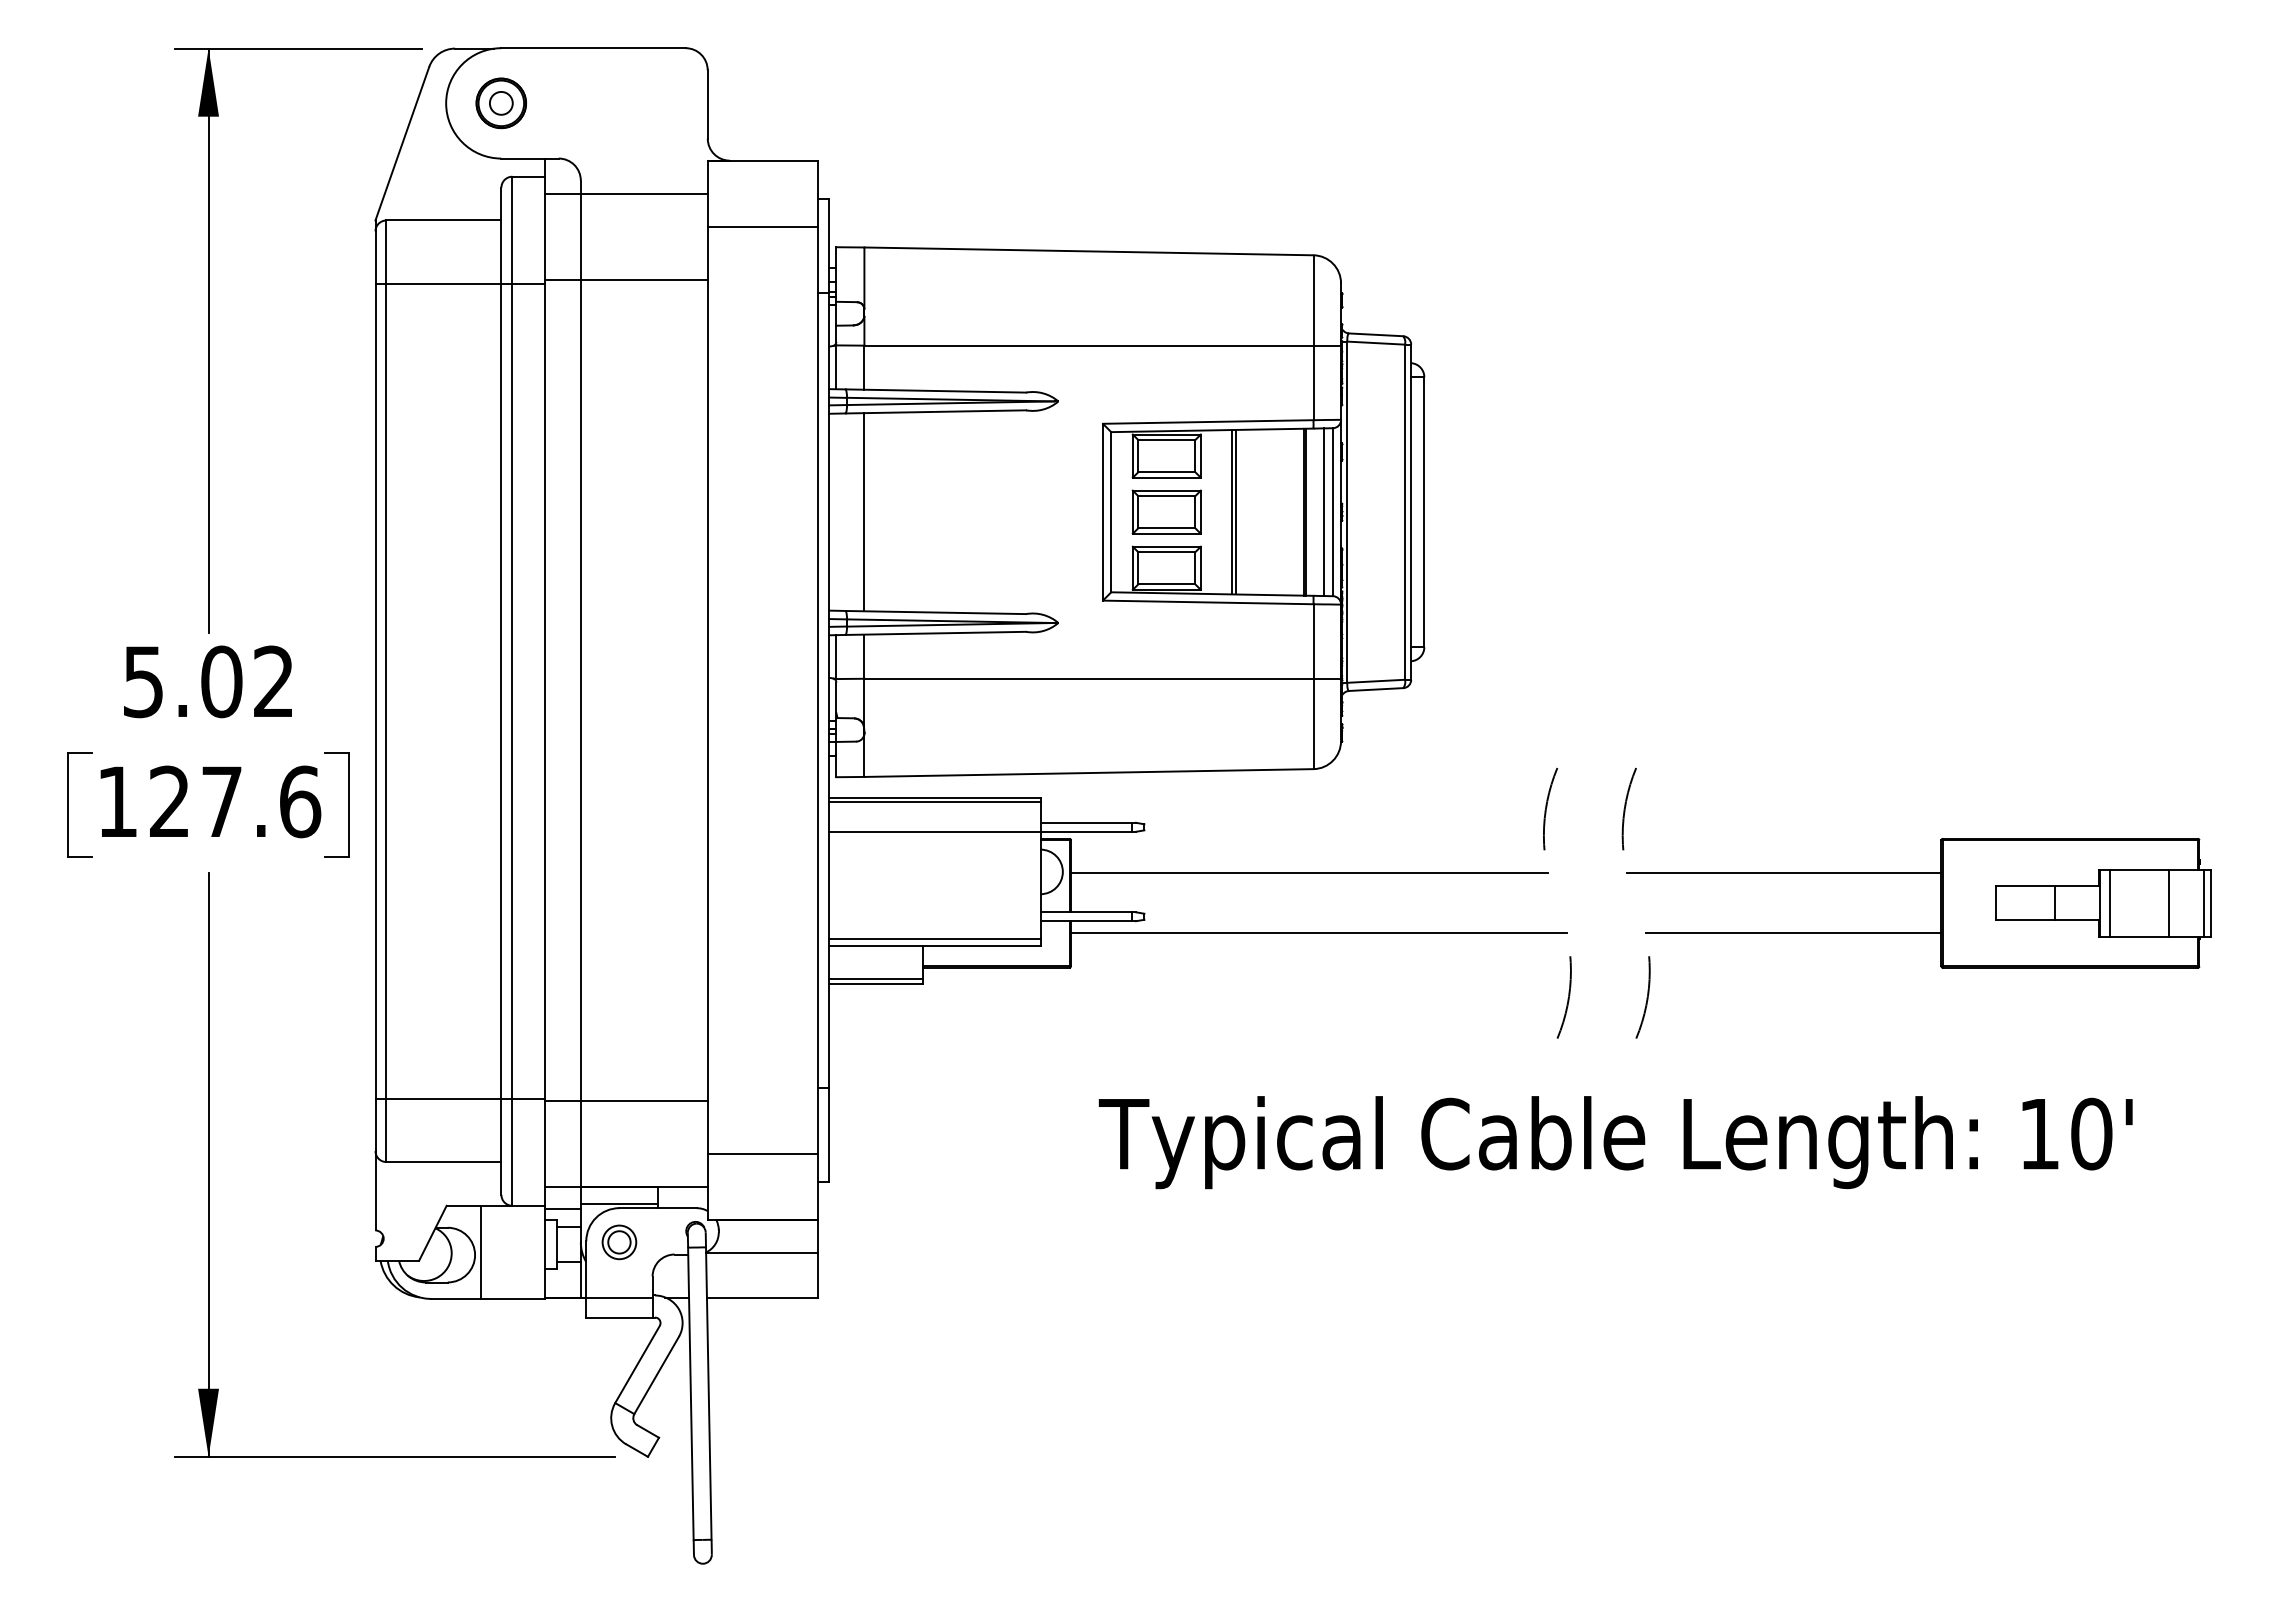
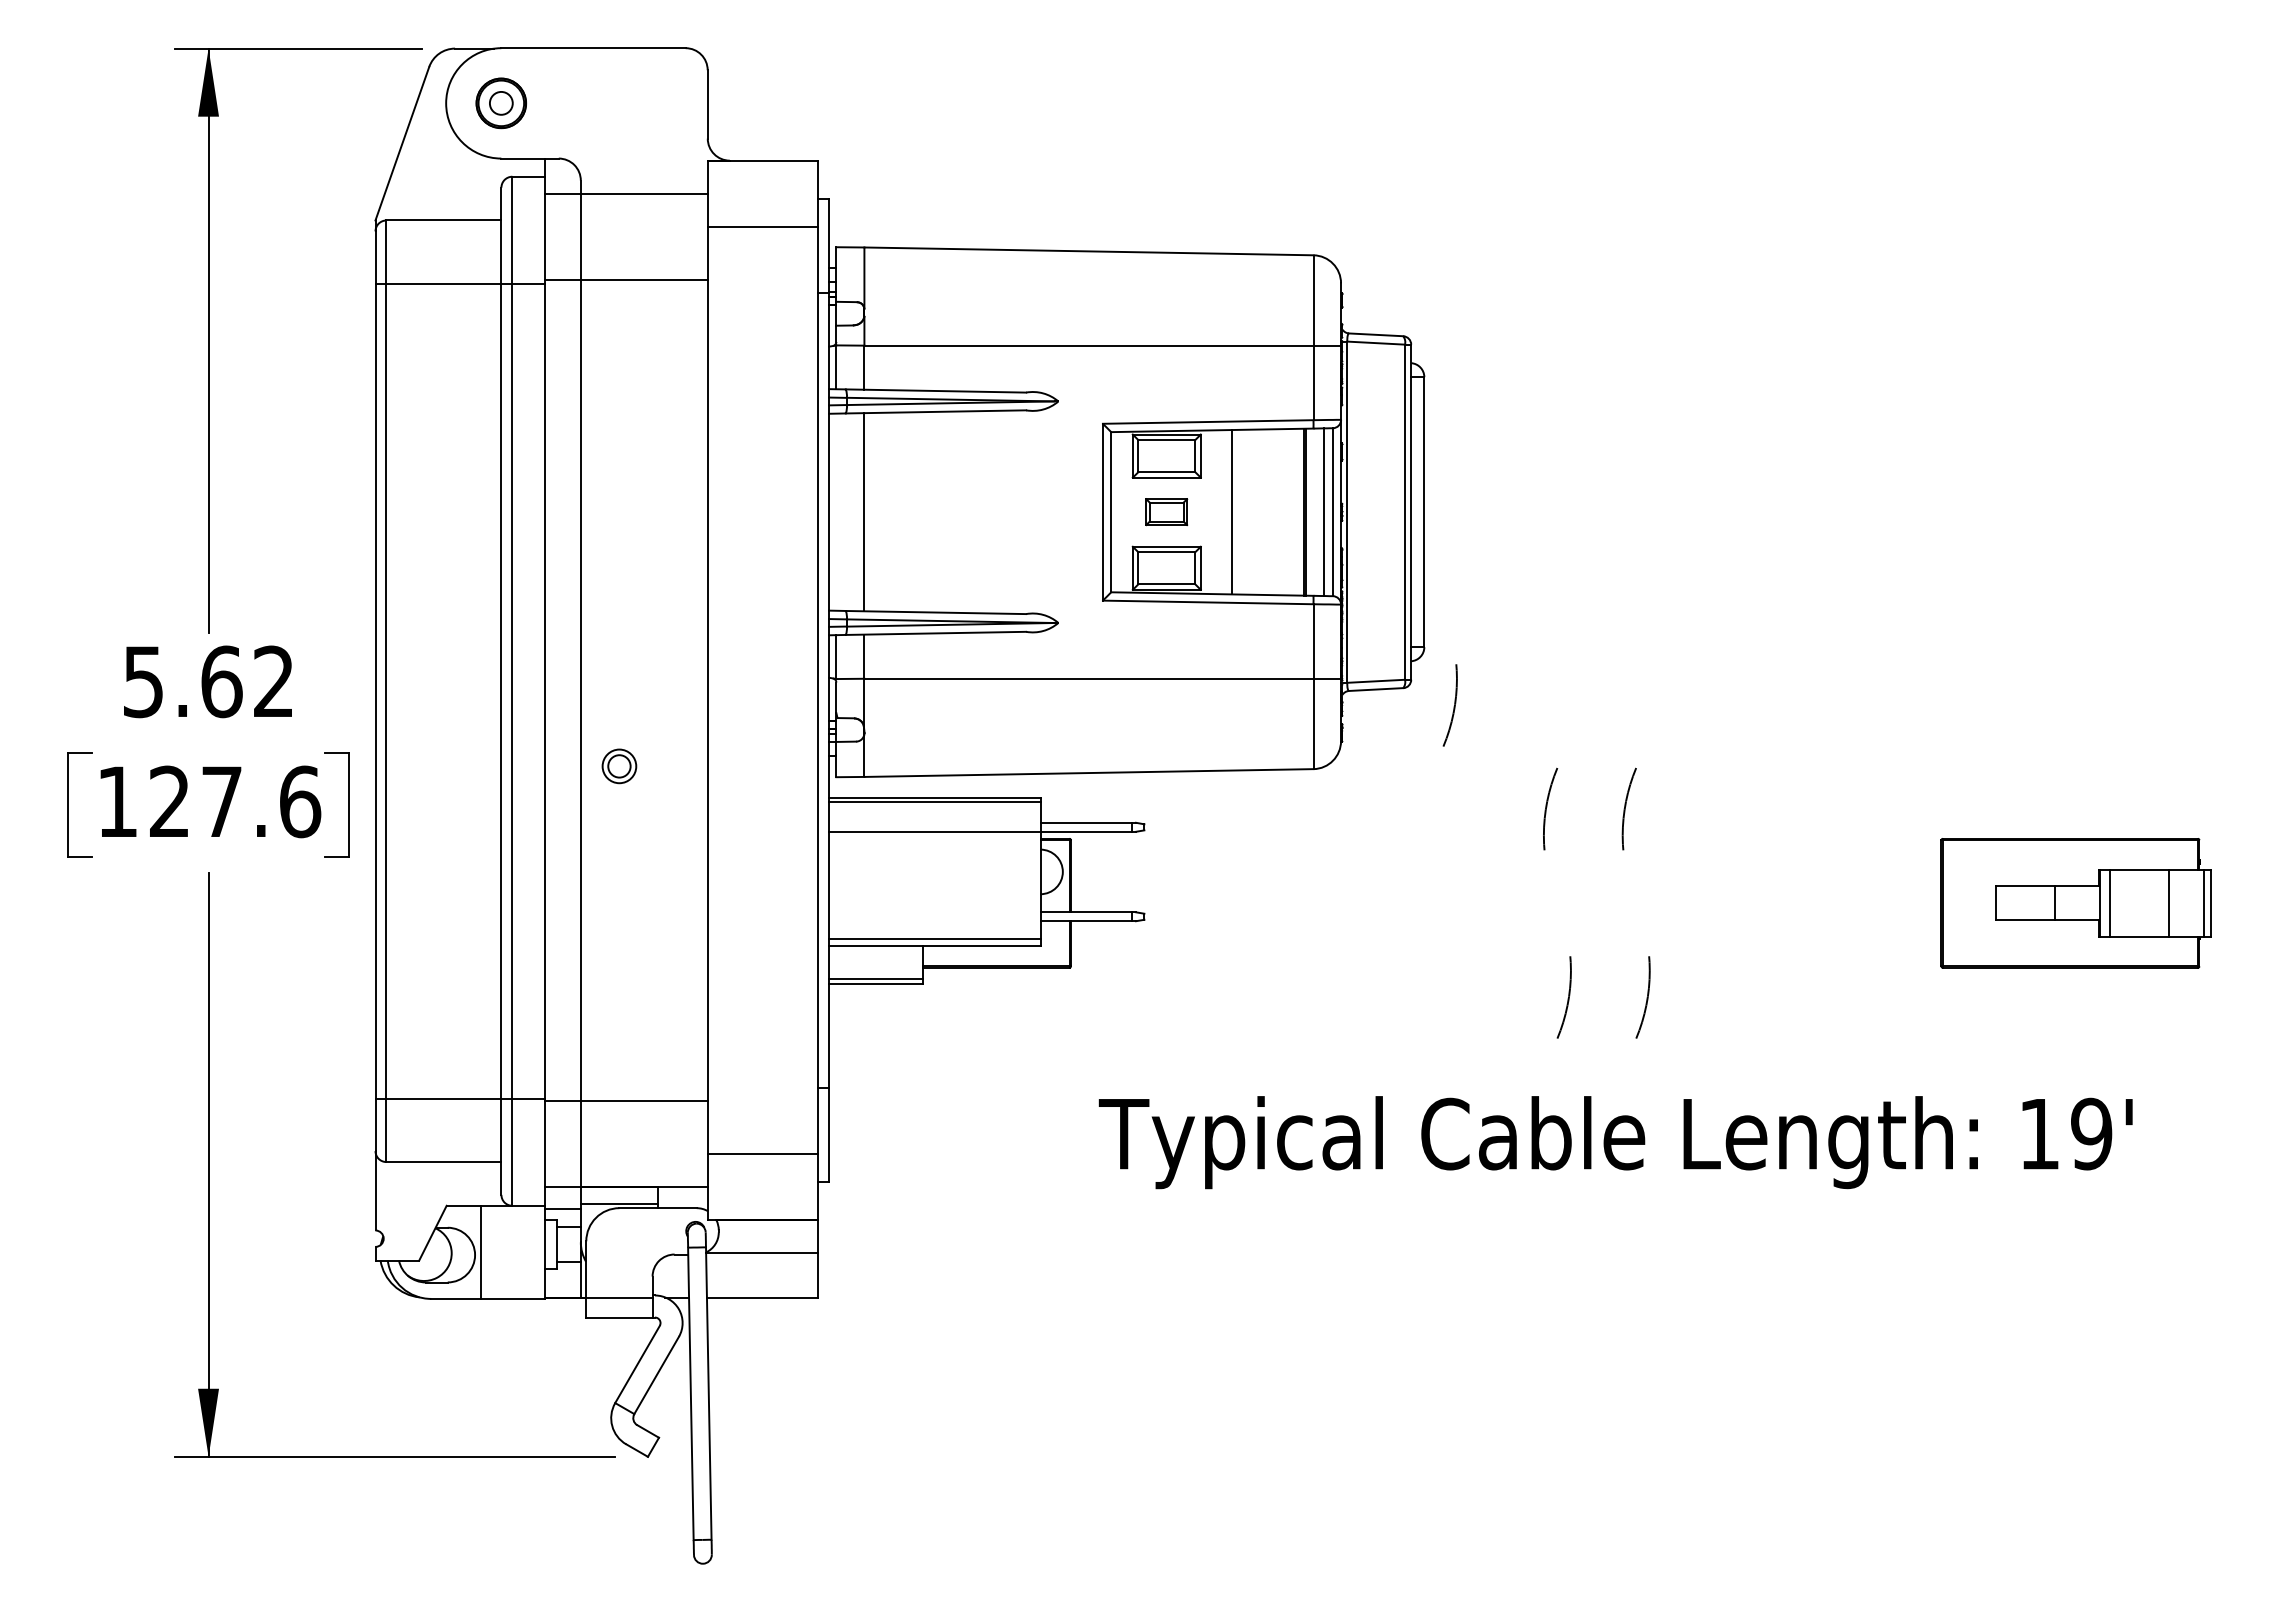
part at (1166, 511) size: 71x46 px -> 44x29 px
line at (1235, 511): present -> none
text at (221, 681): 5.02 -> 5.62
arc at (1453, 706): none -> present
line at (1308, 873): present -> none
line at (1783, 873): present -> none
line at (1318, 933): present -> none
line at (1793, 933): present -> none
text at (2091, 1134): 10' -> 19'
part at (619, 1242) position: (619, 1242) -> (619, 766)
